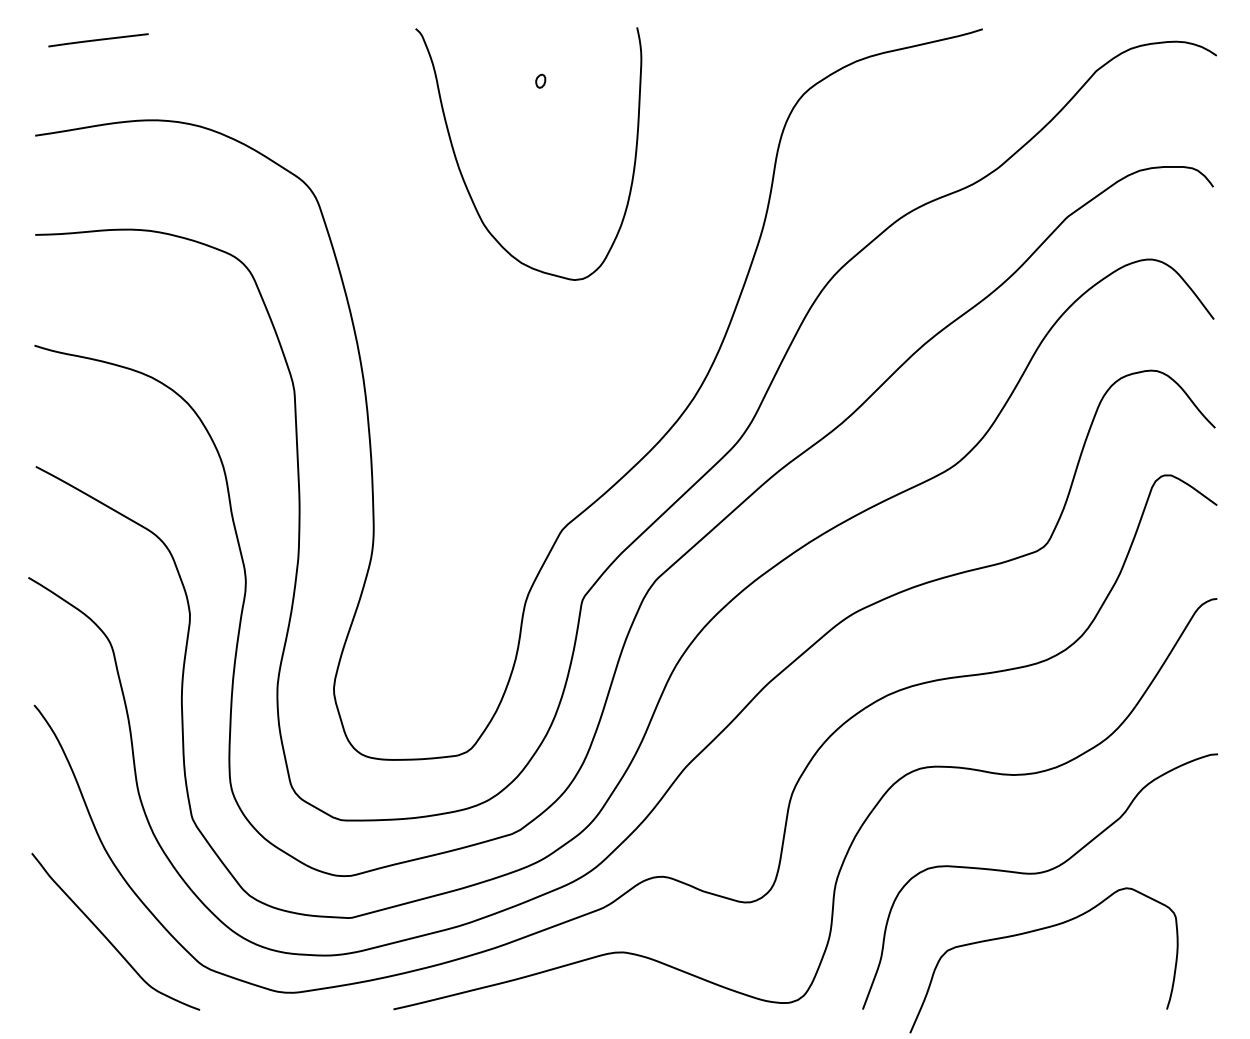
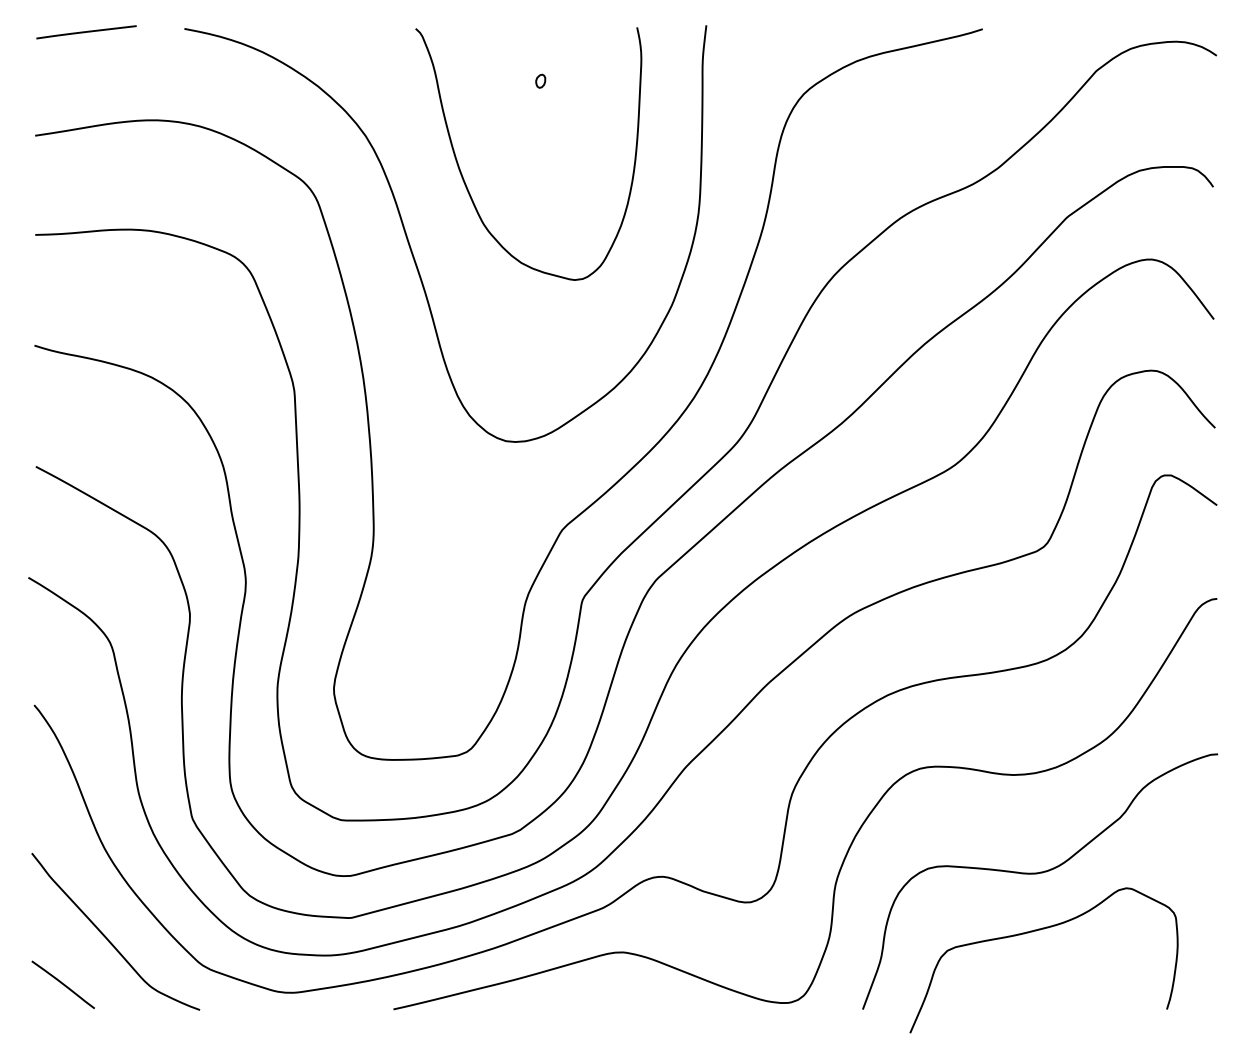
line at (98, 40) position: (98, 40) -> (86, 32)
curve at (410, 244): none -> present
line at (62, 984): none -> present
